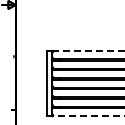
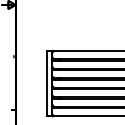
line at (88, 51): dashed -> solid
line at (88, 116): dashed -> solid
